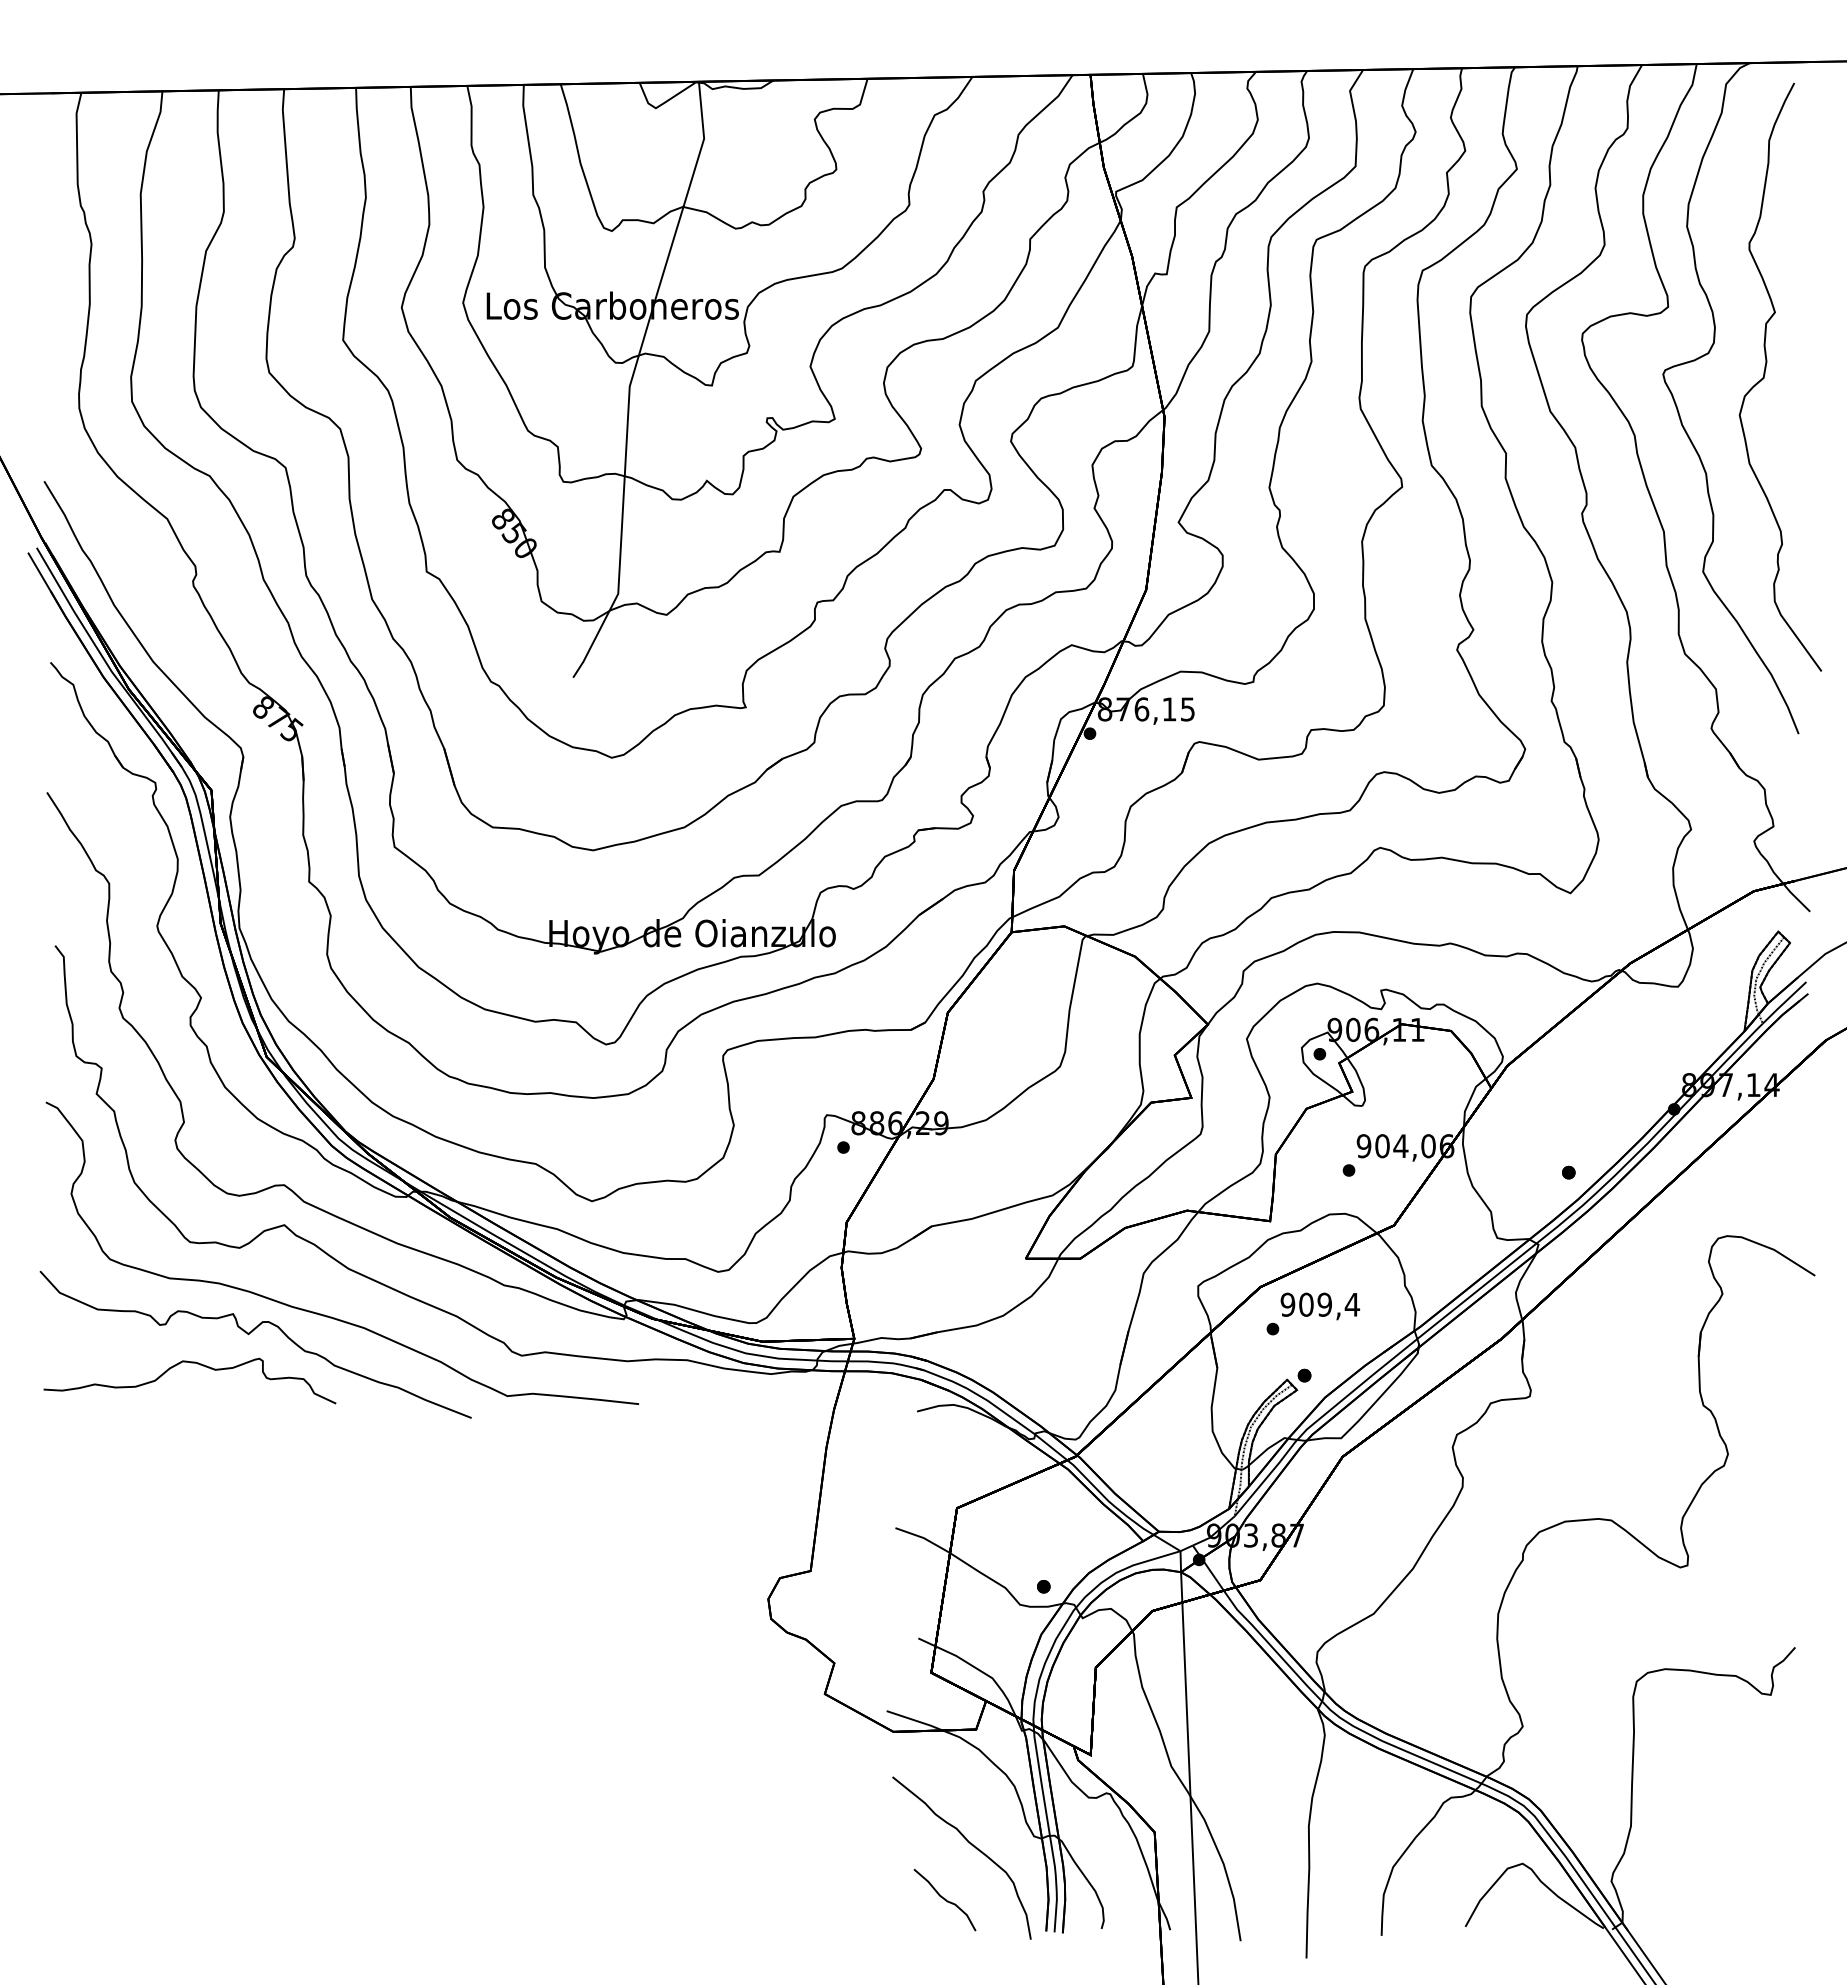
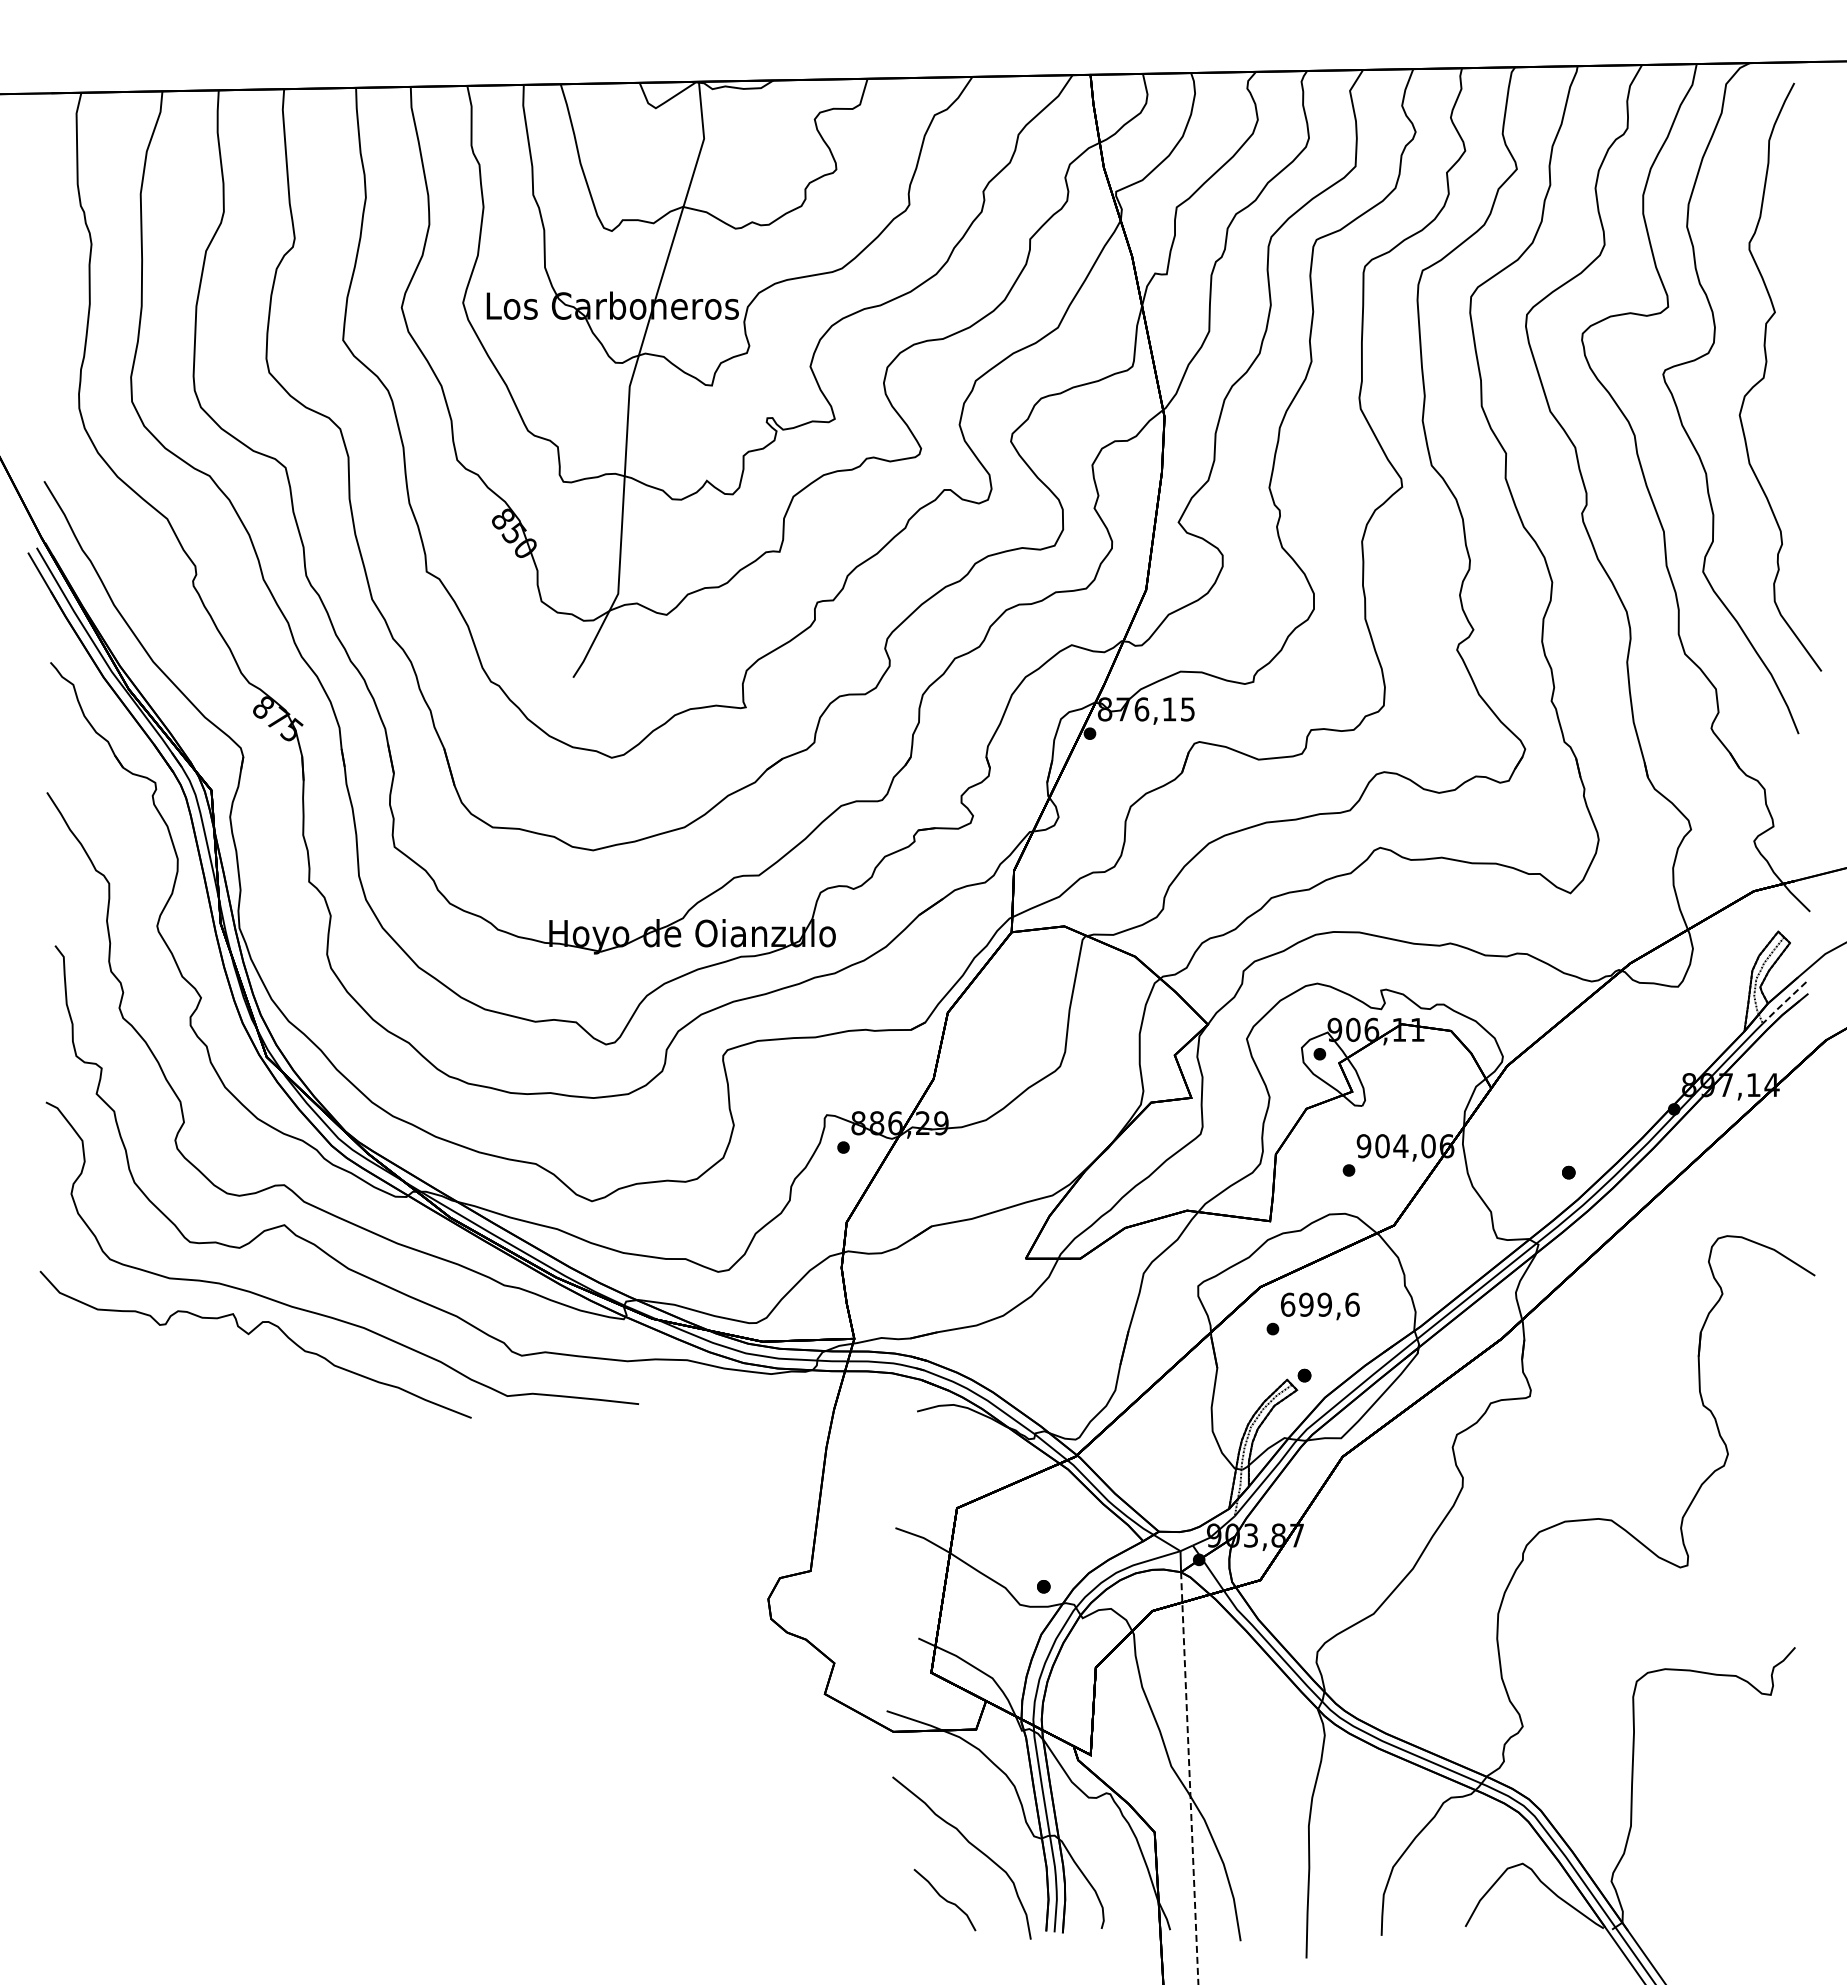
line at (1783, 1003): solid -> dashed
text at (1320, 1304): 909,4 -> 699,6
curve at (190, 1363): present -> none
line at (1189, 1778): solid -> dashed
